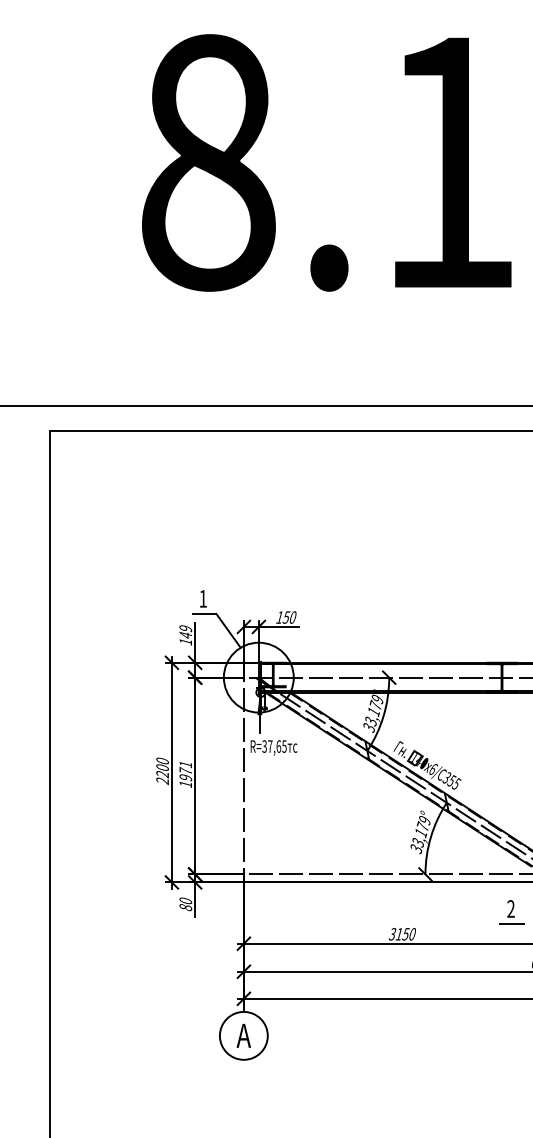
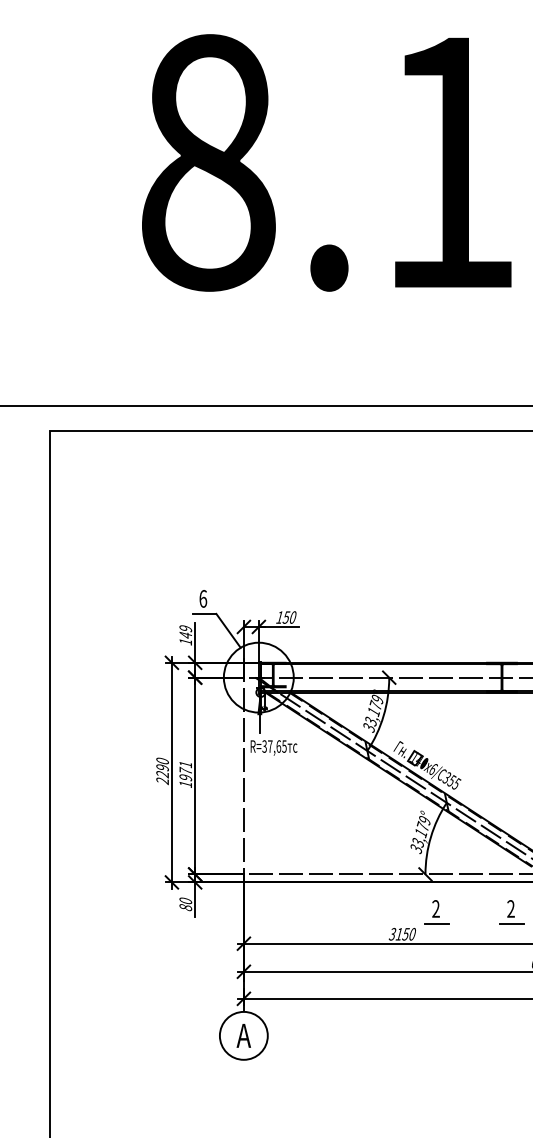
text at (203, 598): 1 -> 6
text at (162, 767): 2200 -> 2290
part at (436, 912): none -> present
